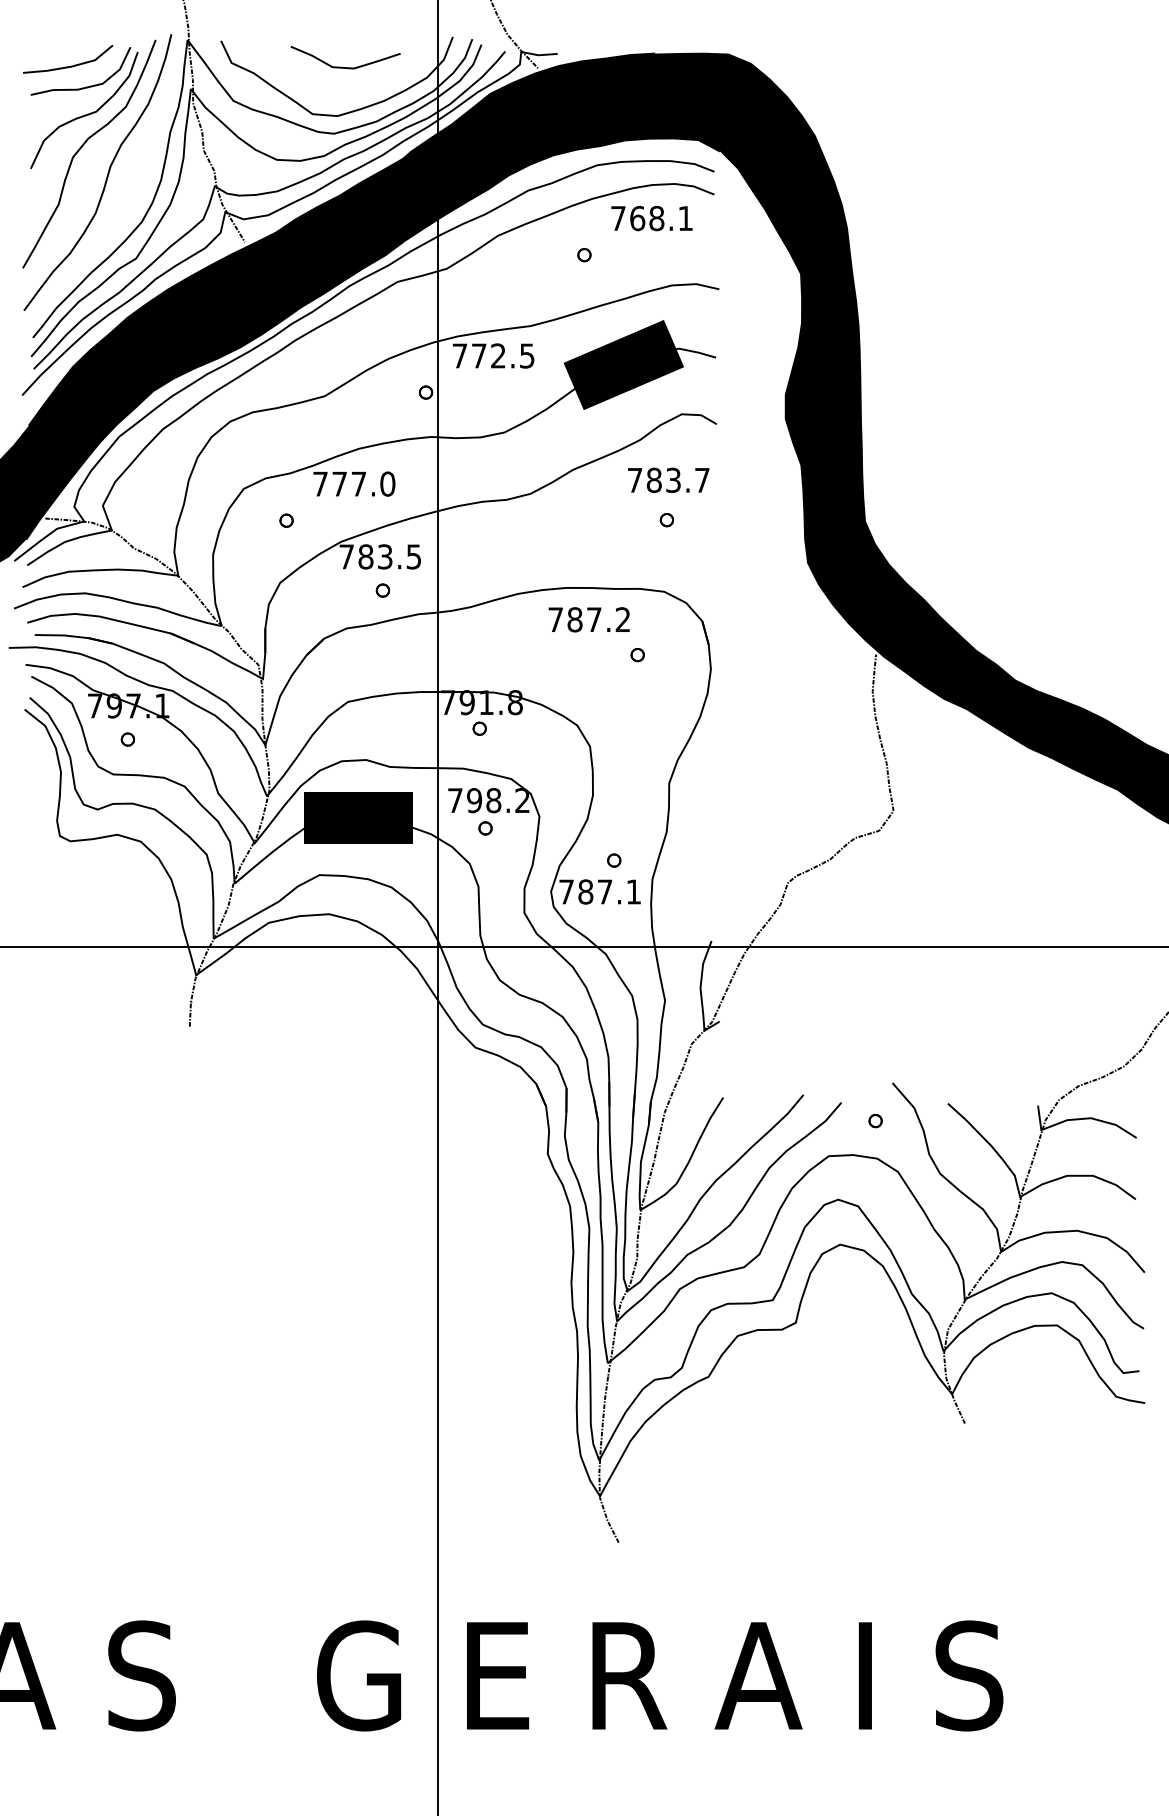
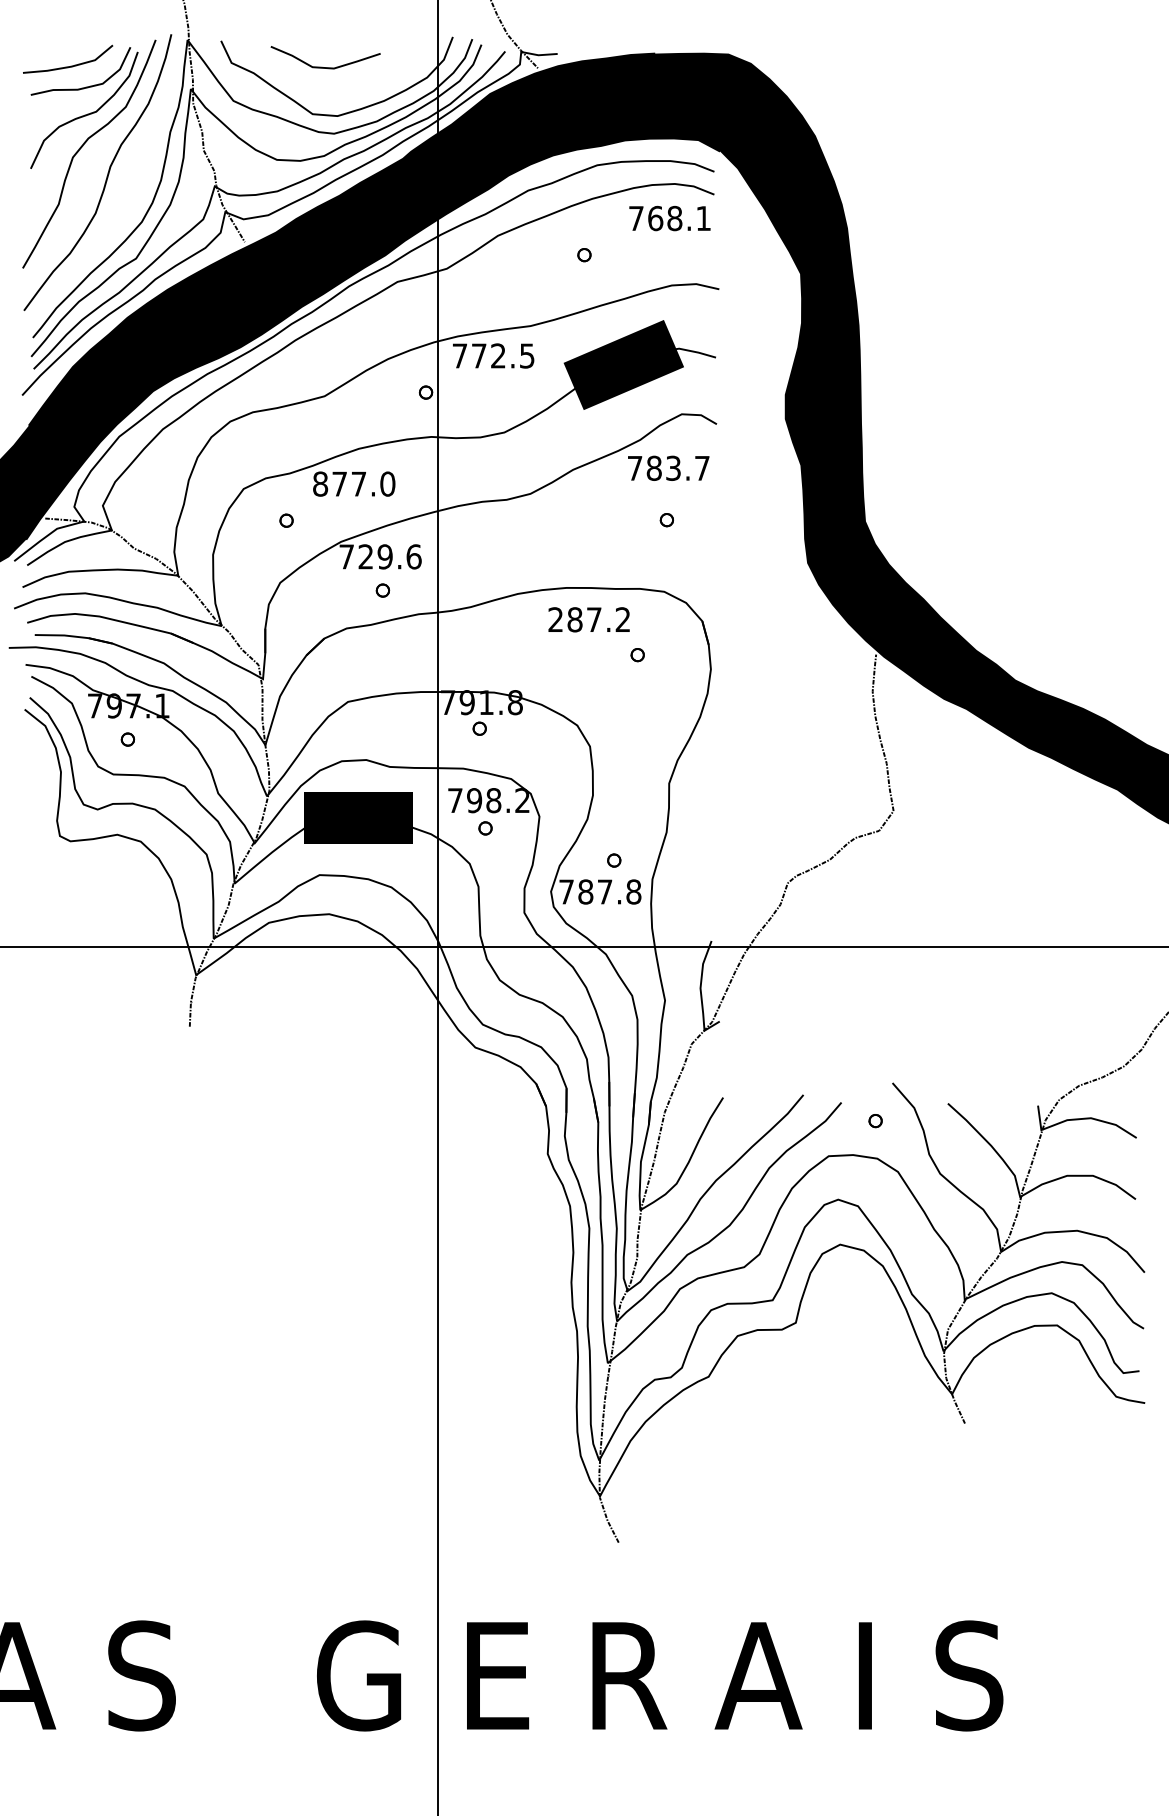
curve at (342, 66) position: (342, 66) -> (322, 66)
text at (651, 218) position: (651, 218) -> (669, 218)
text at (668, 479) position: (668, 479) -> (668, 467)
text at (320, 483): 777.0 -> 877.0
text at (389, 556): 783.5 -> 729.6
text at (555, 619): 787.2 -> 287.2
text at (633, 891): 787.1 -> 787.8
